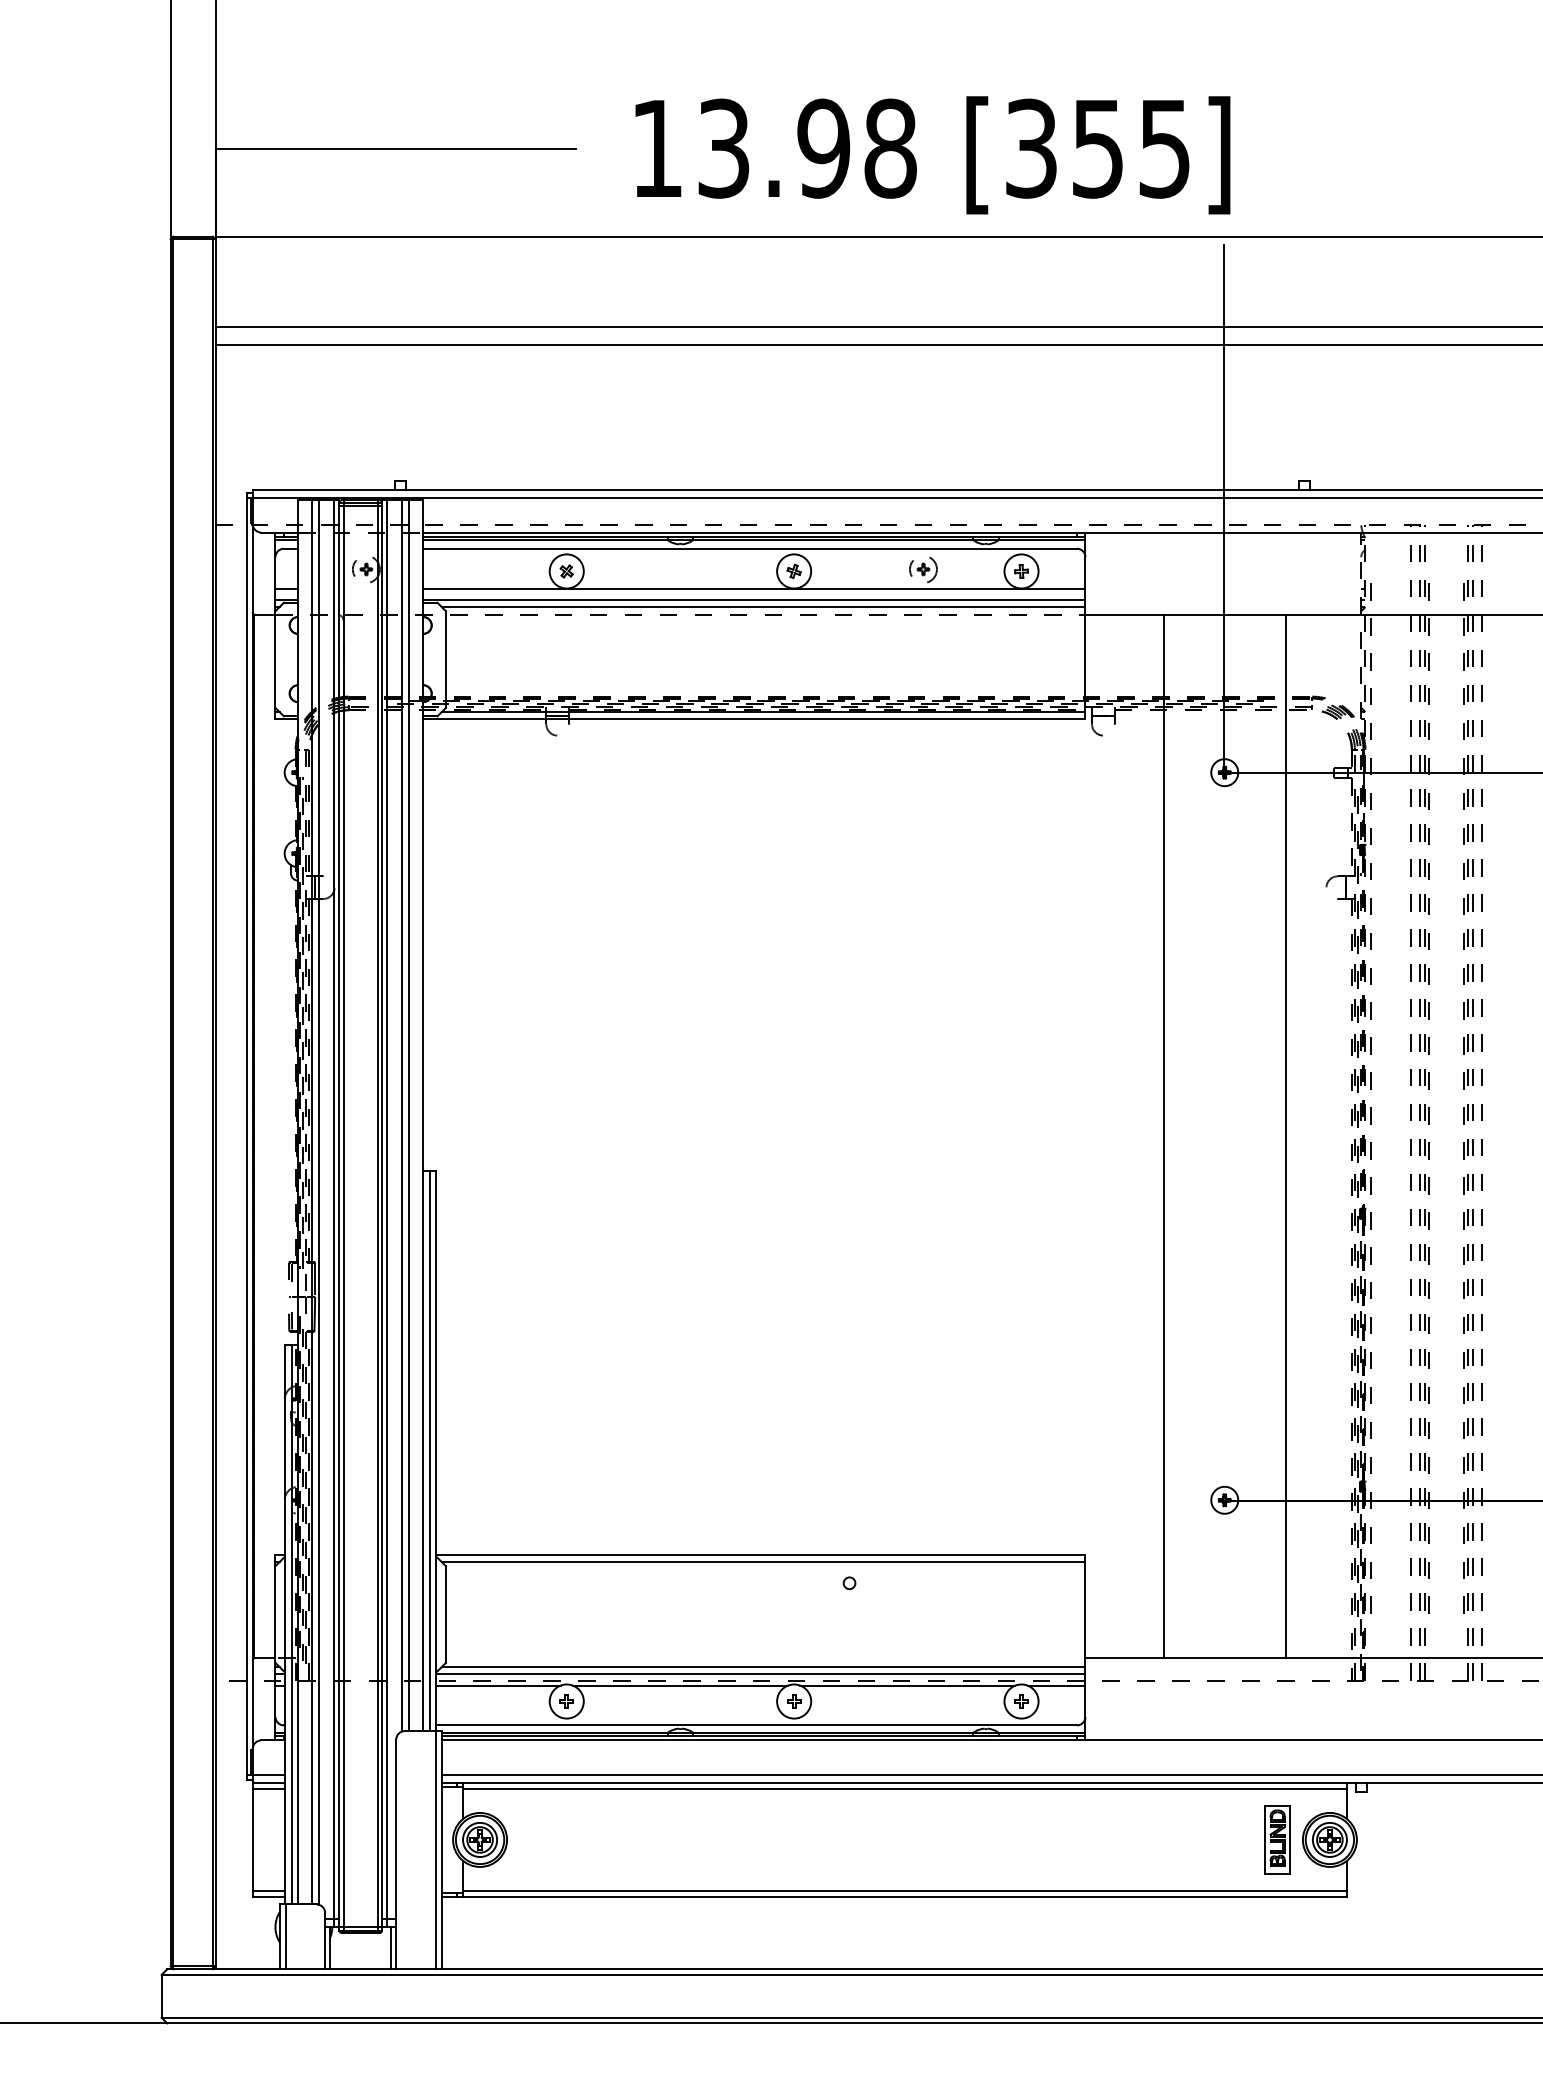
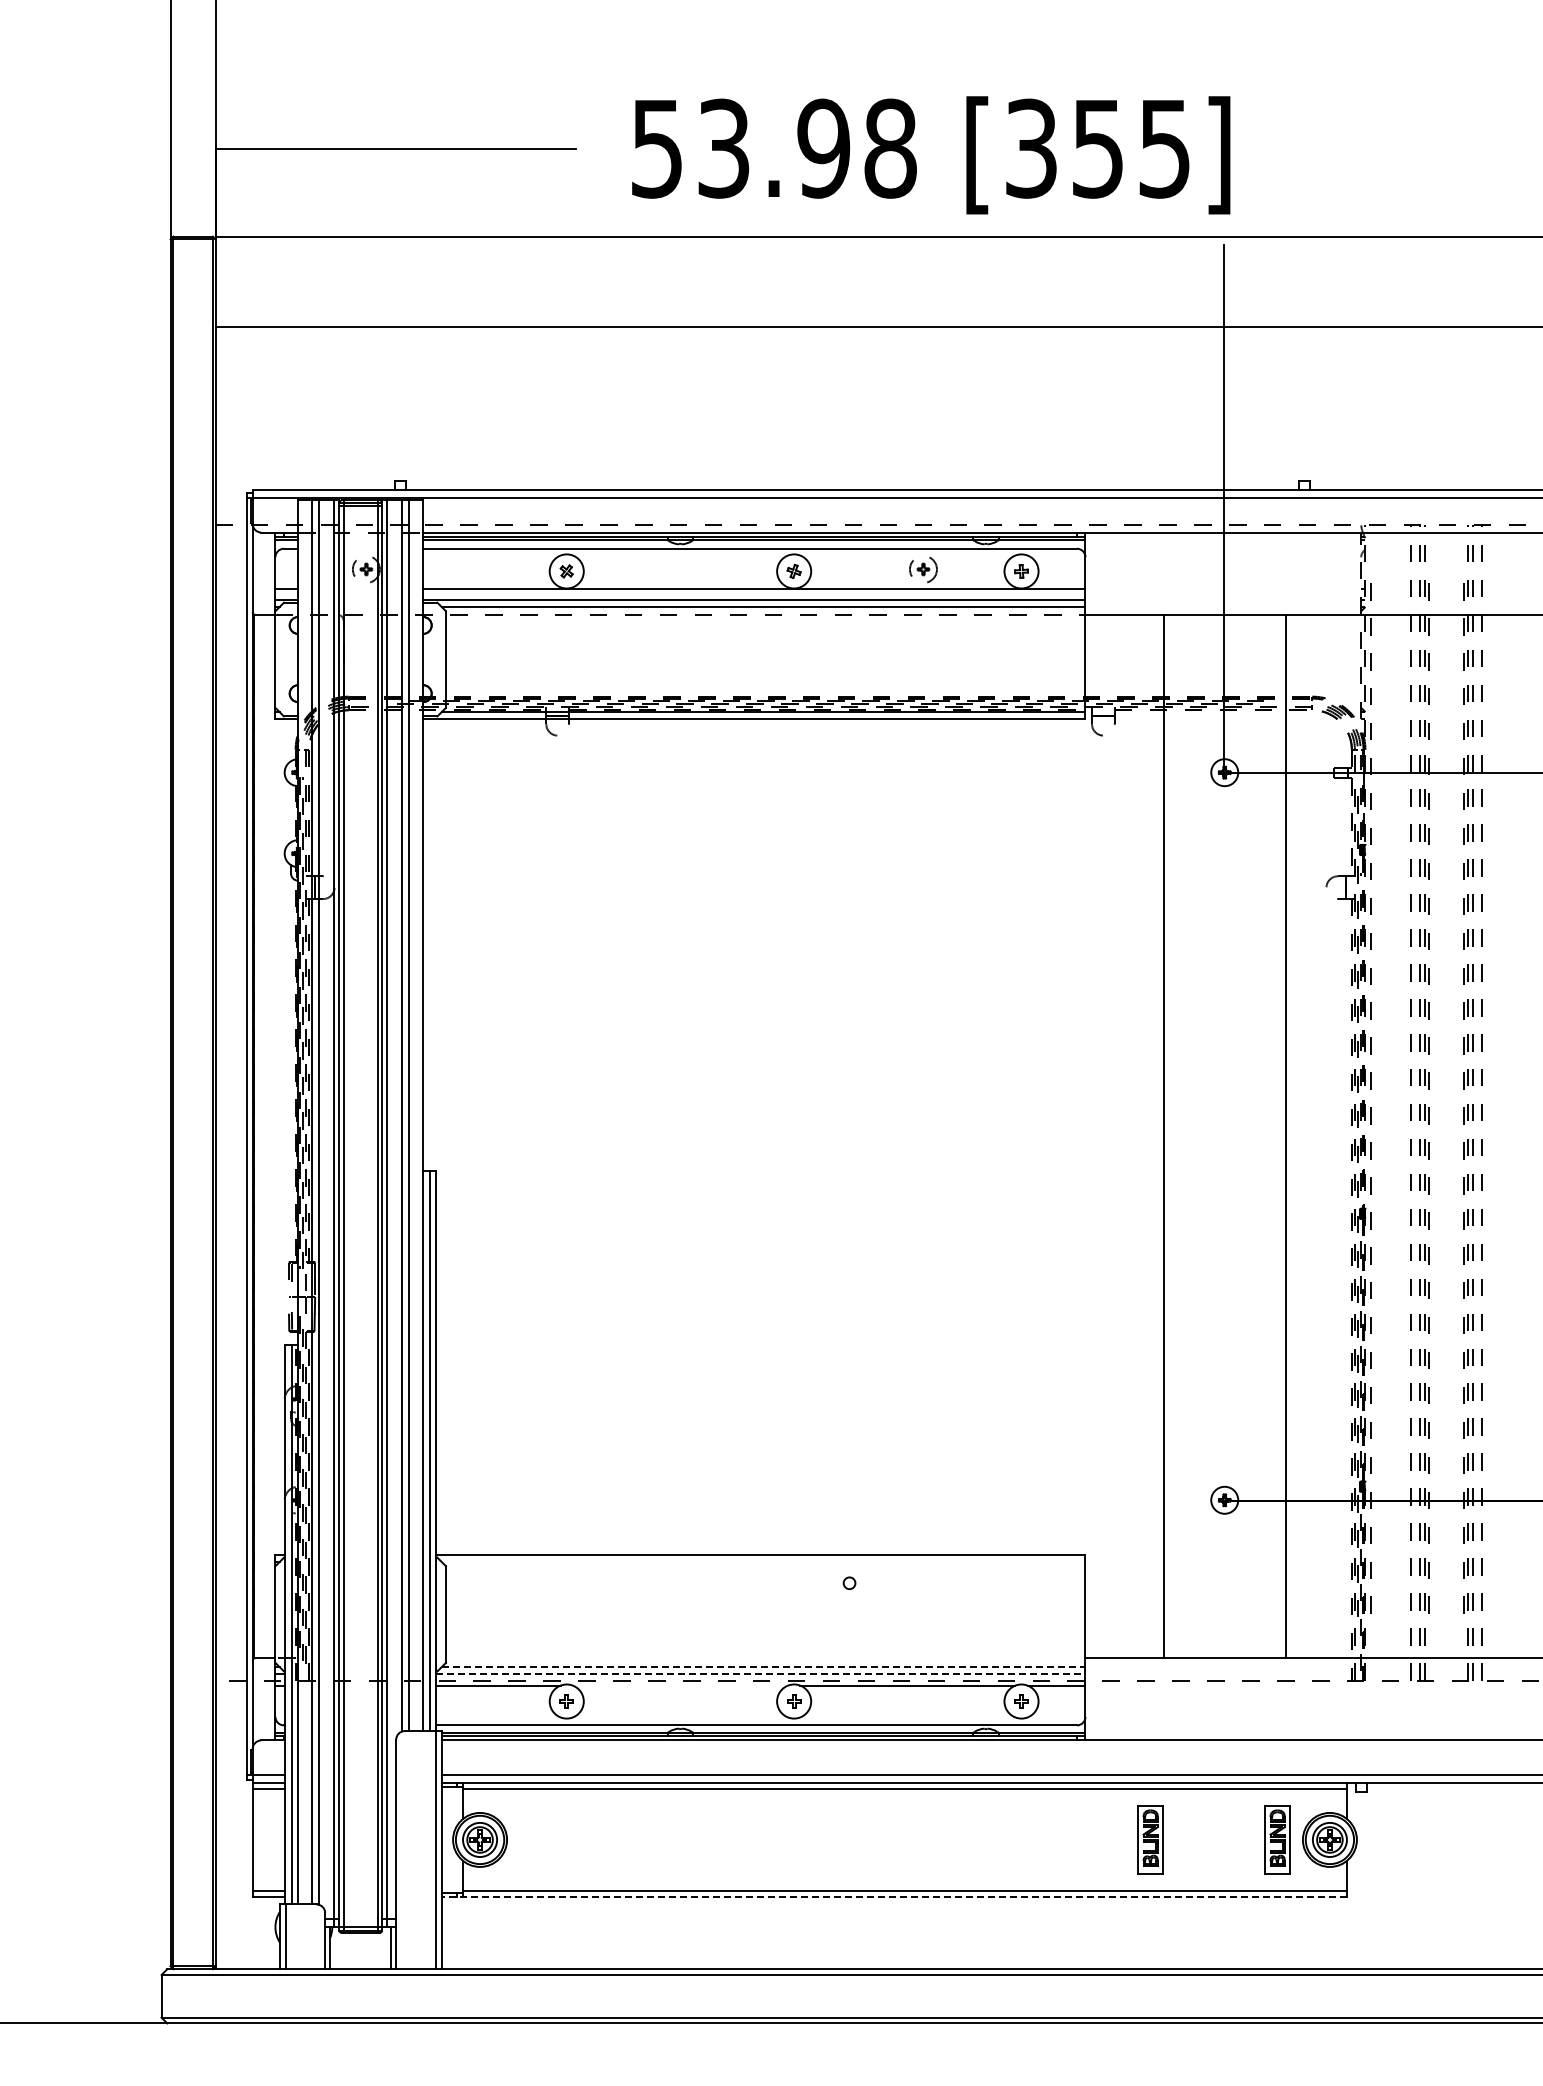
text at (656, 149): 13.98 -> 53.98
line at (877, 344): present -> none
line at (763, 1561): present -> none
line at (763, 1667): solid -> dashed
line at (760, 1674): solid -> dashed
line at (680, 1685): present -> none
part at (1150, 1839): none -> present
line at (894, 1896): solid -> dashed
